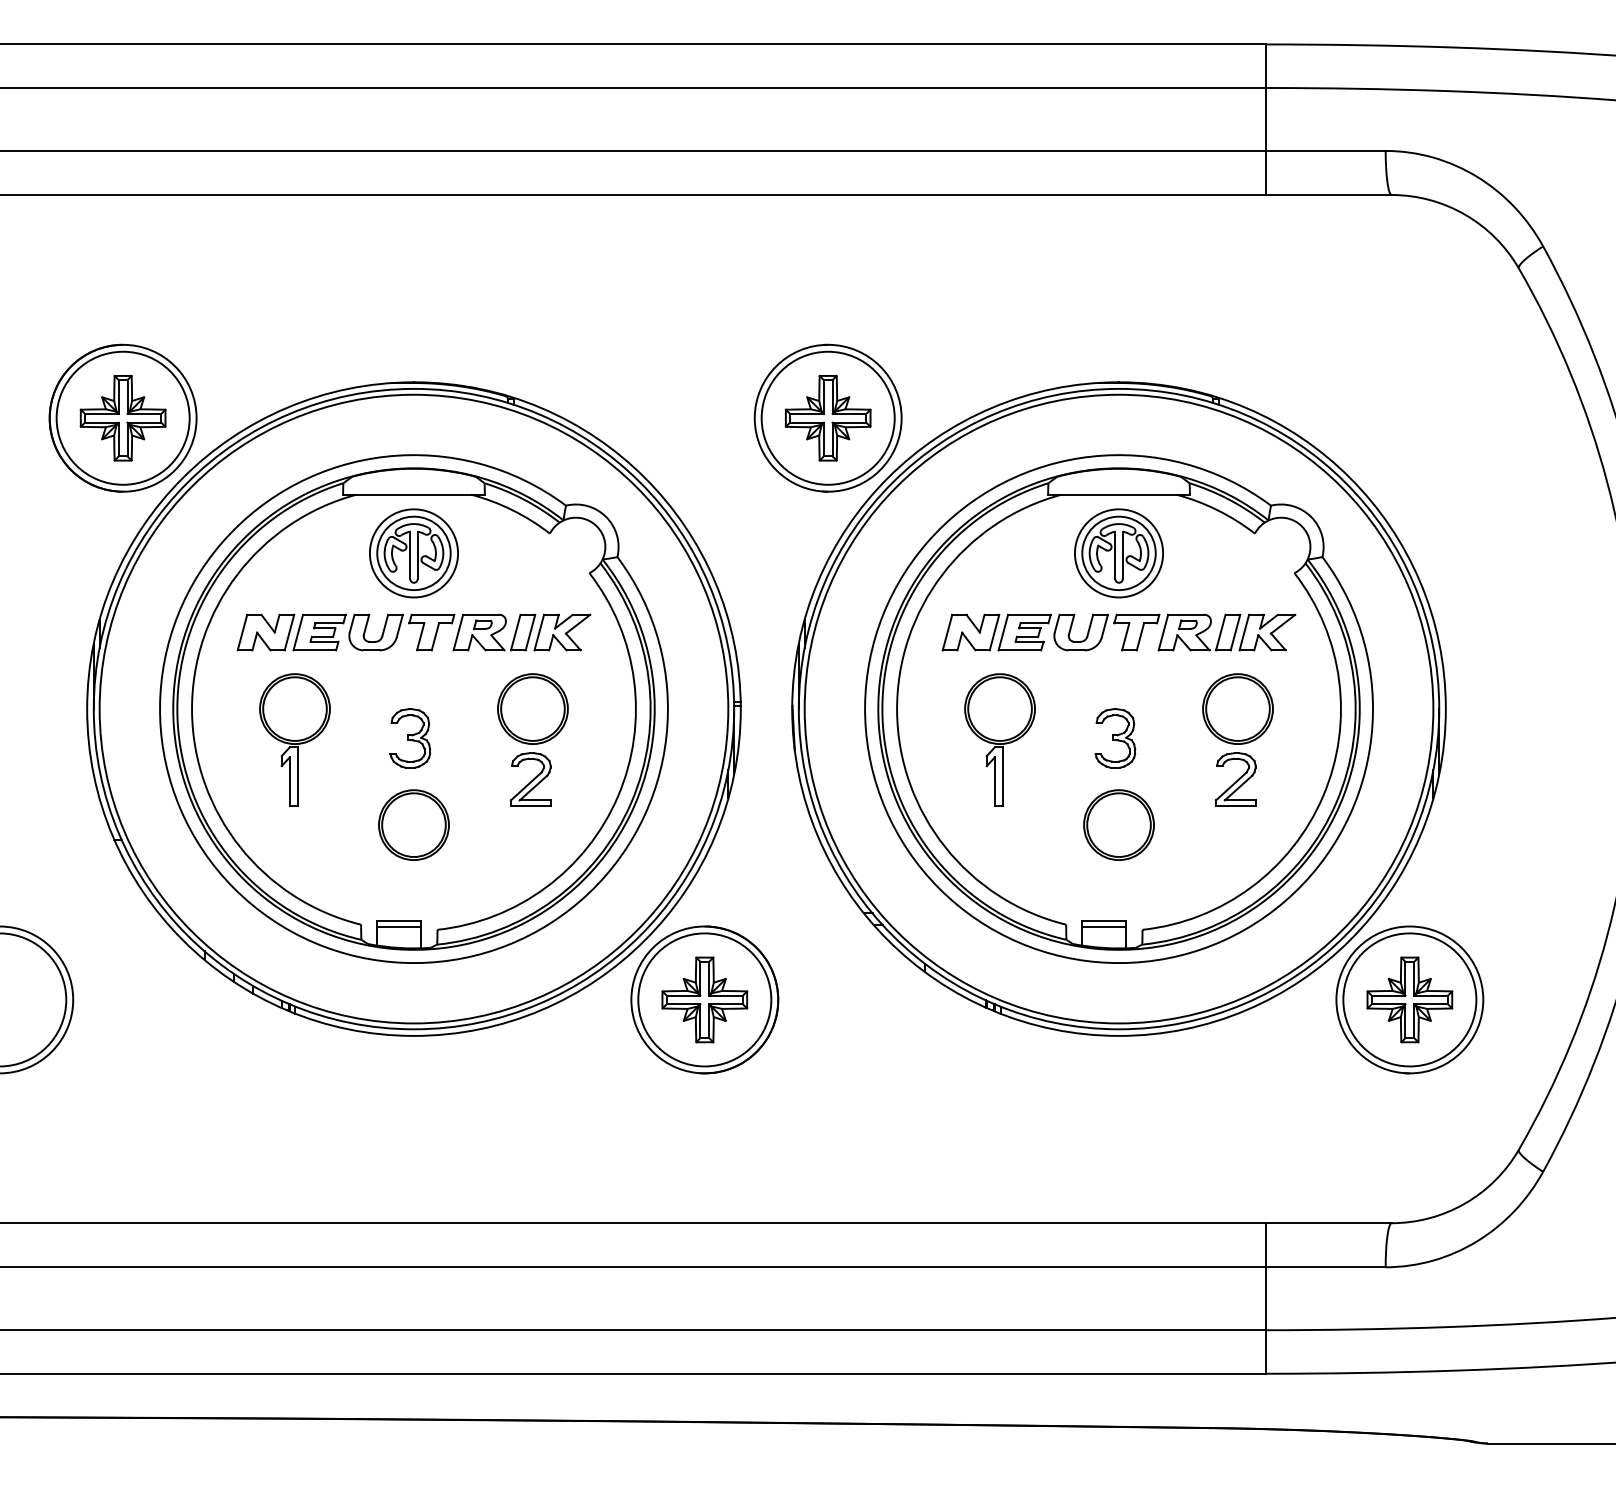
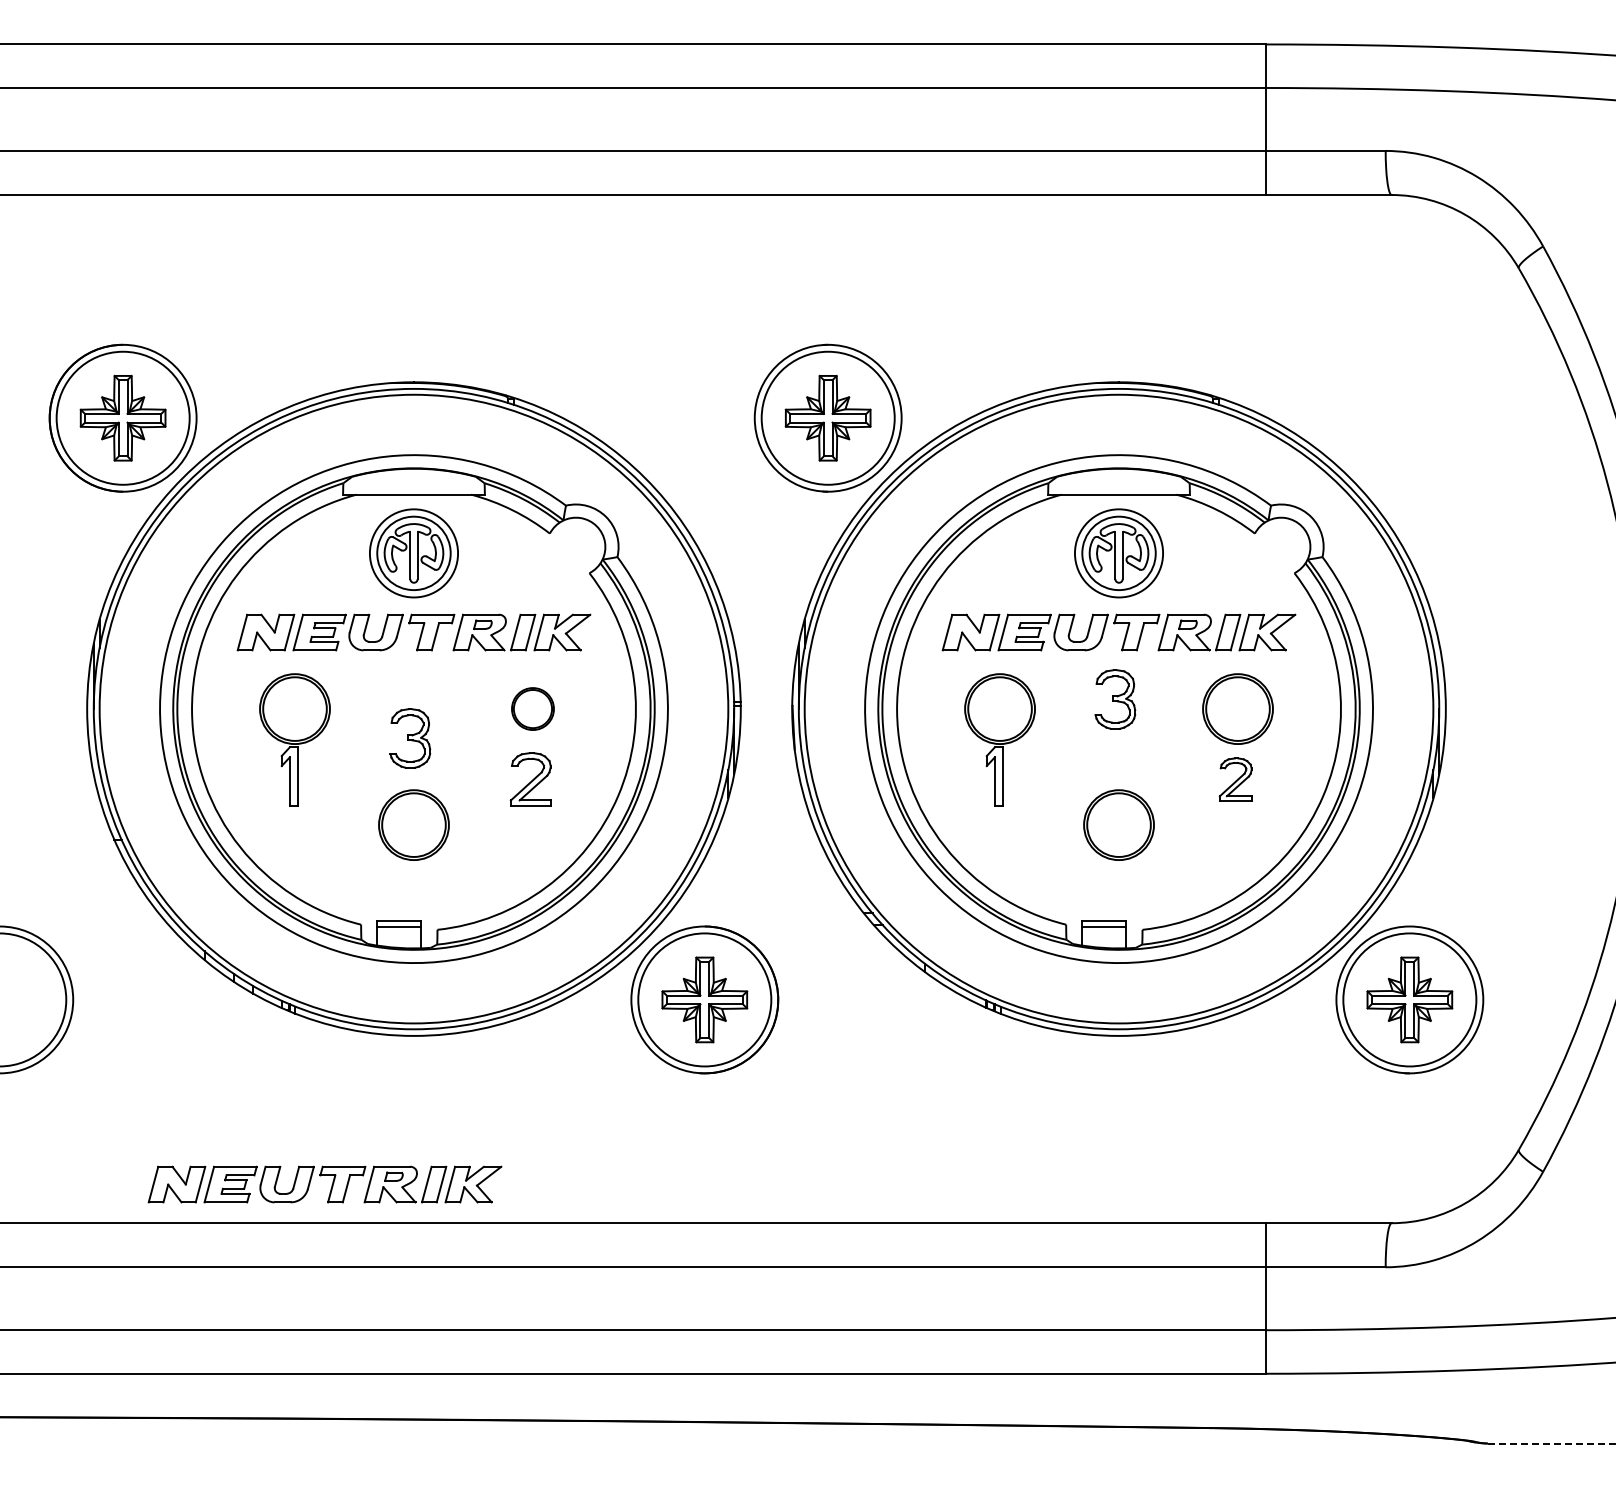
part at (532, 708) size: 72x72 px -> 44x44 px
part at (1115, 738) position: (1115, 738) -> (1115, 699)
part at (1235, 779) size: 43x55 px -> 35x45 px
part at (331, 1185): none -> present
line at (1551, 1443): solid -> dashed
